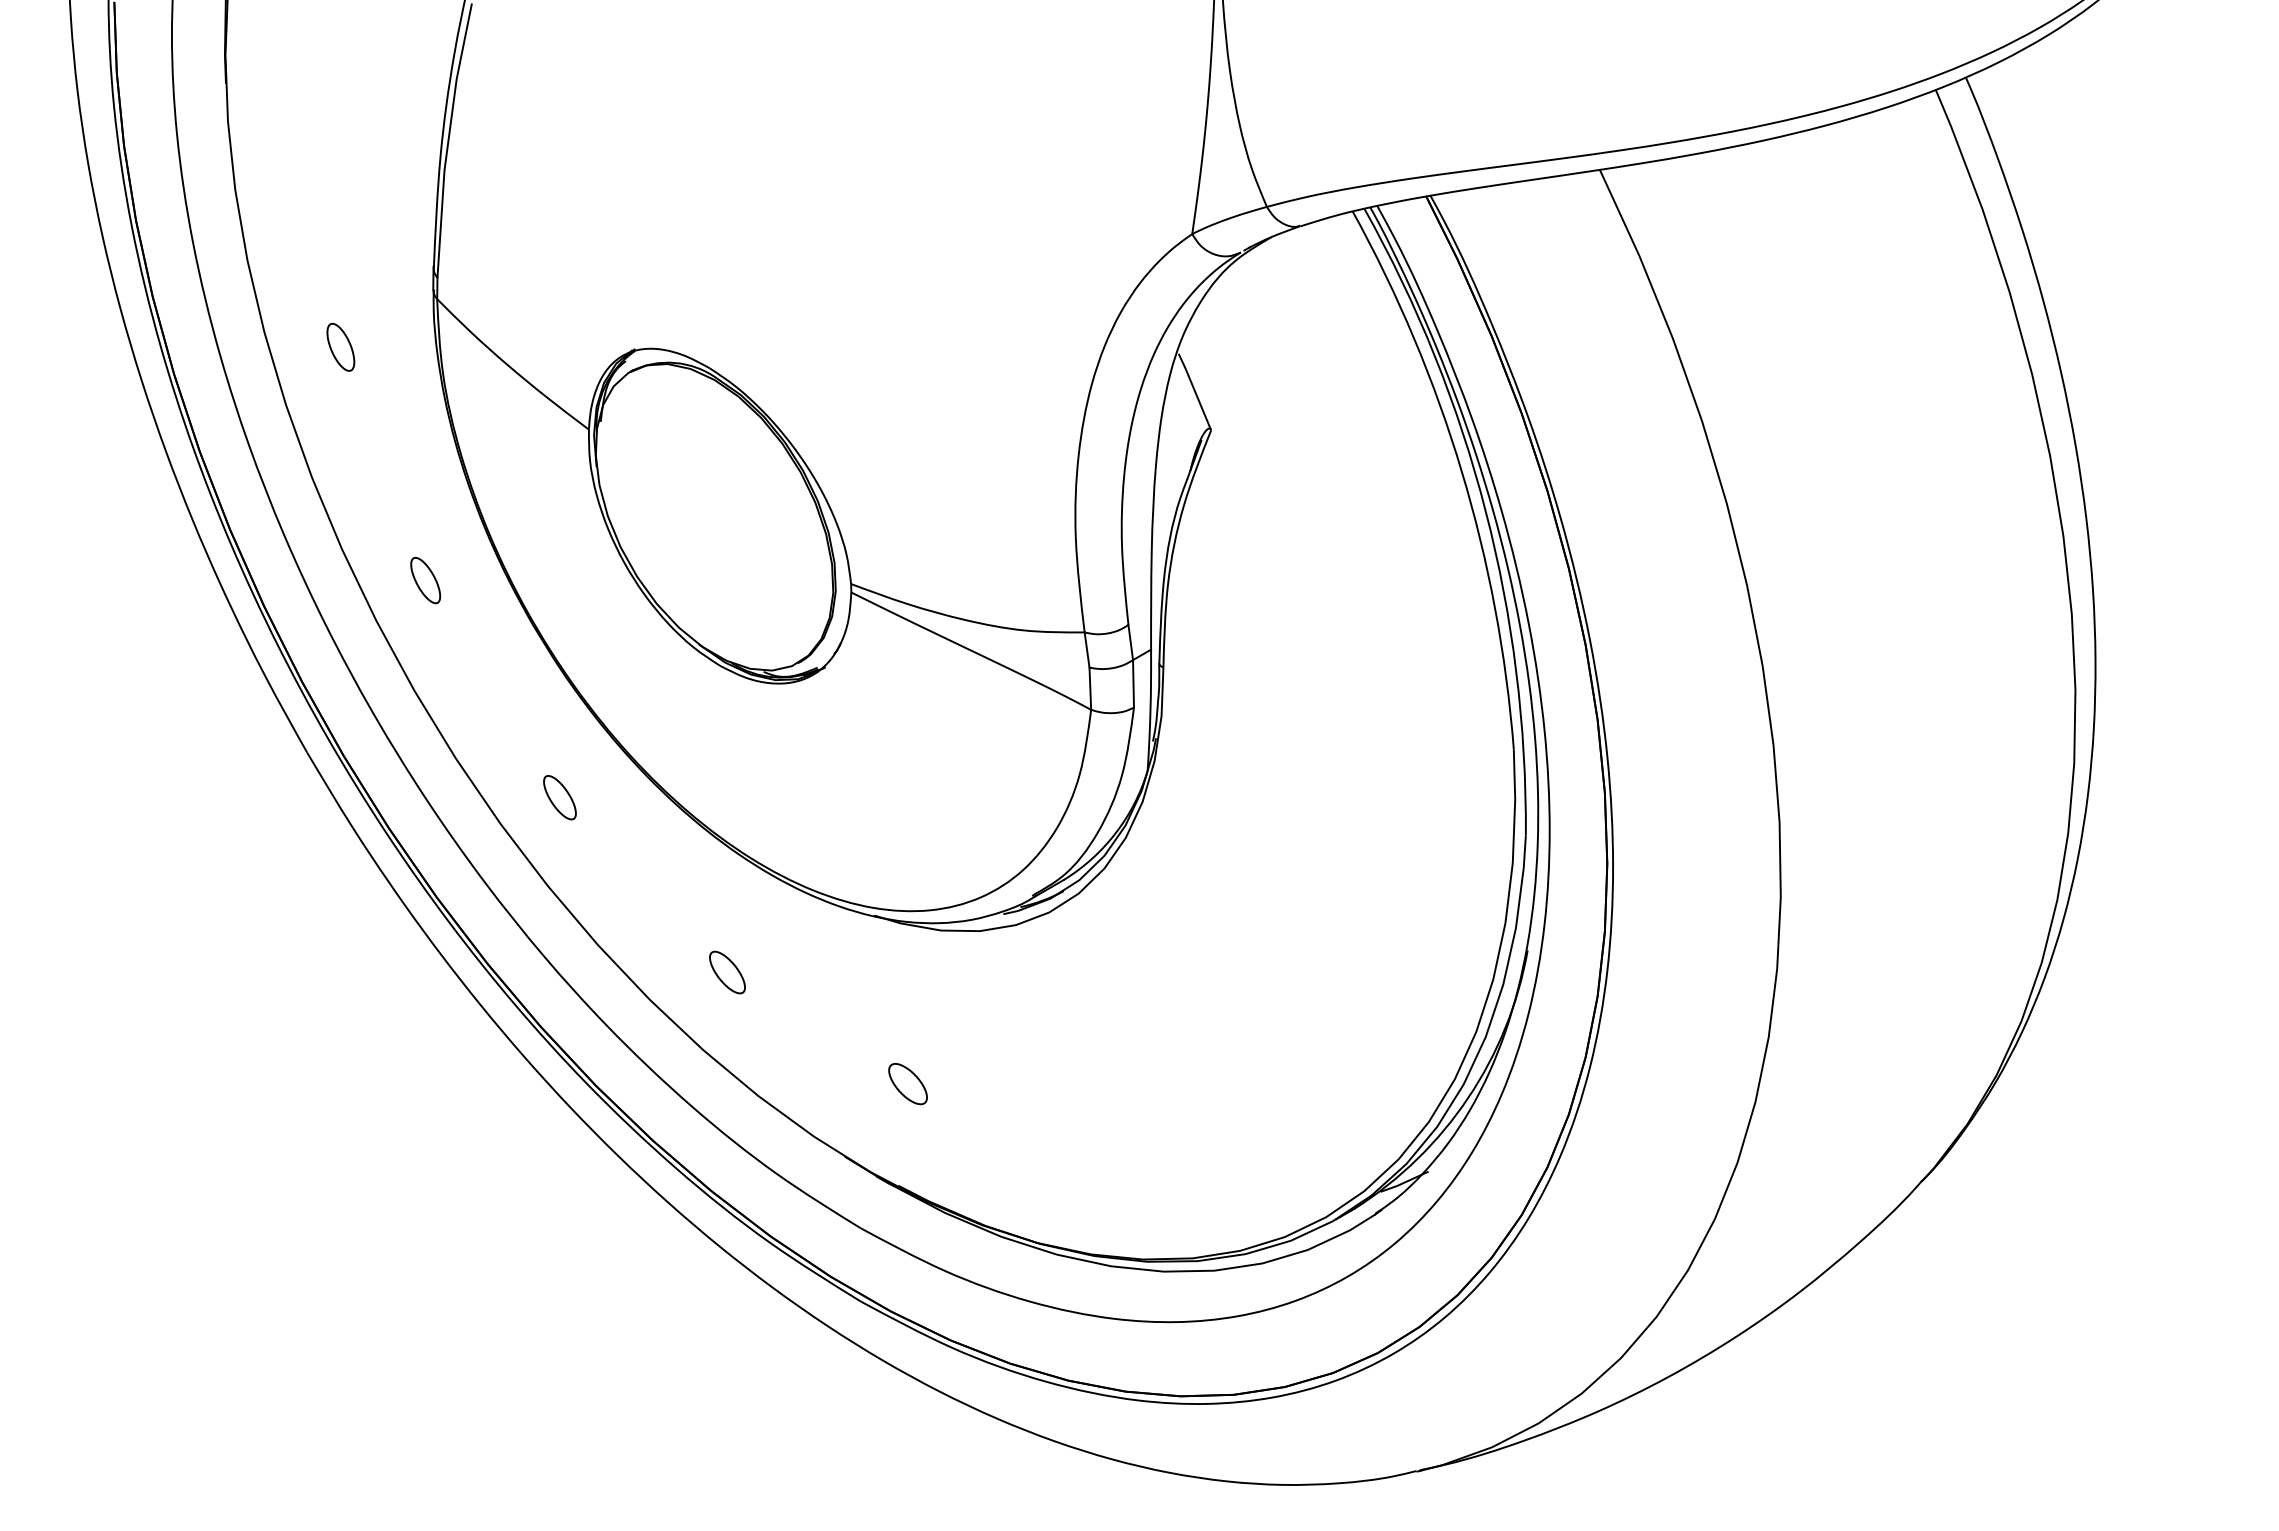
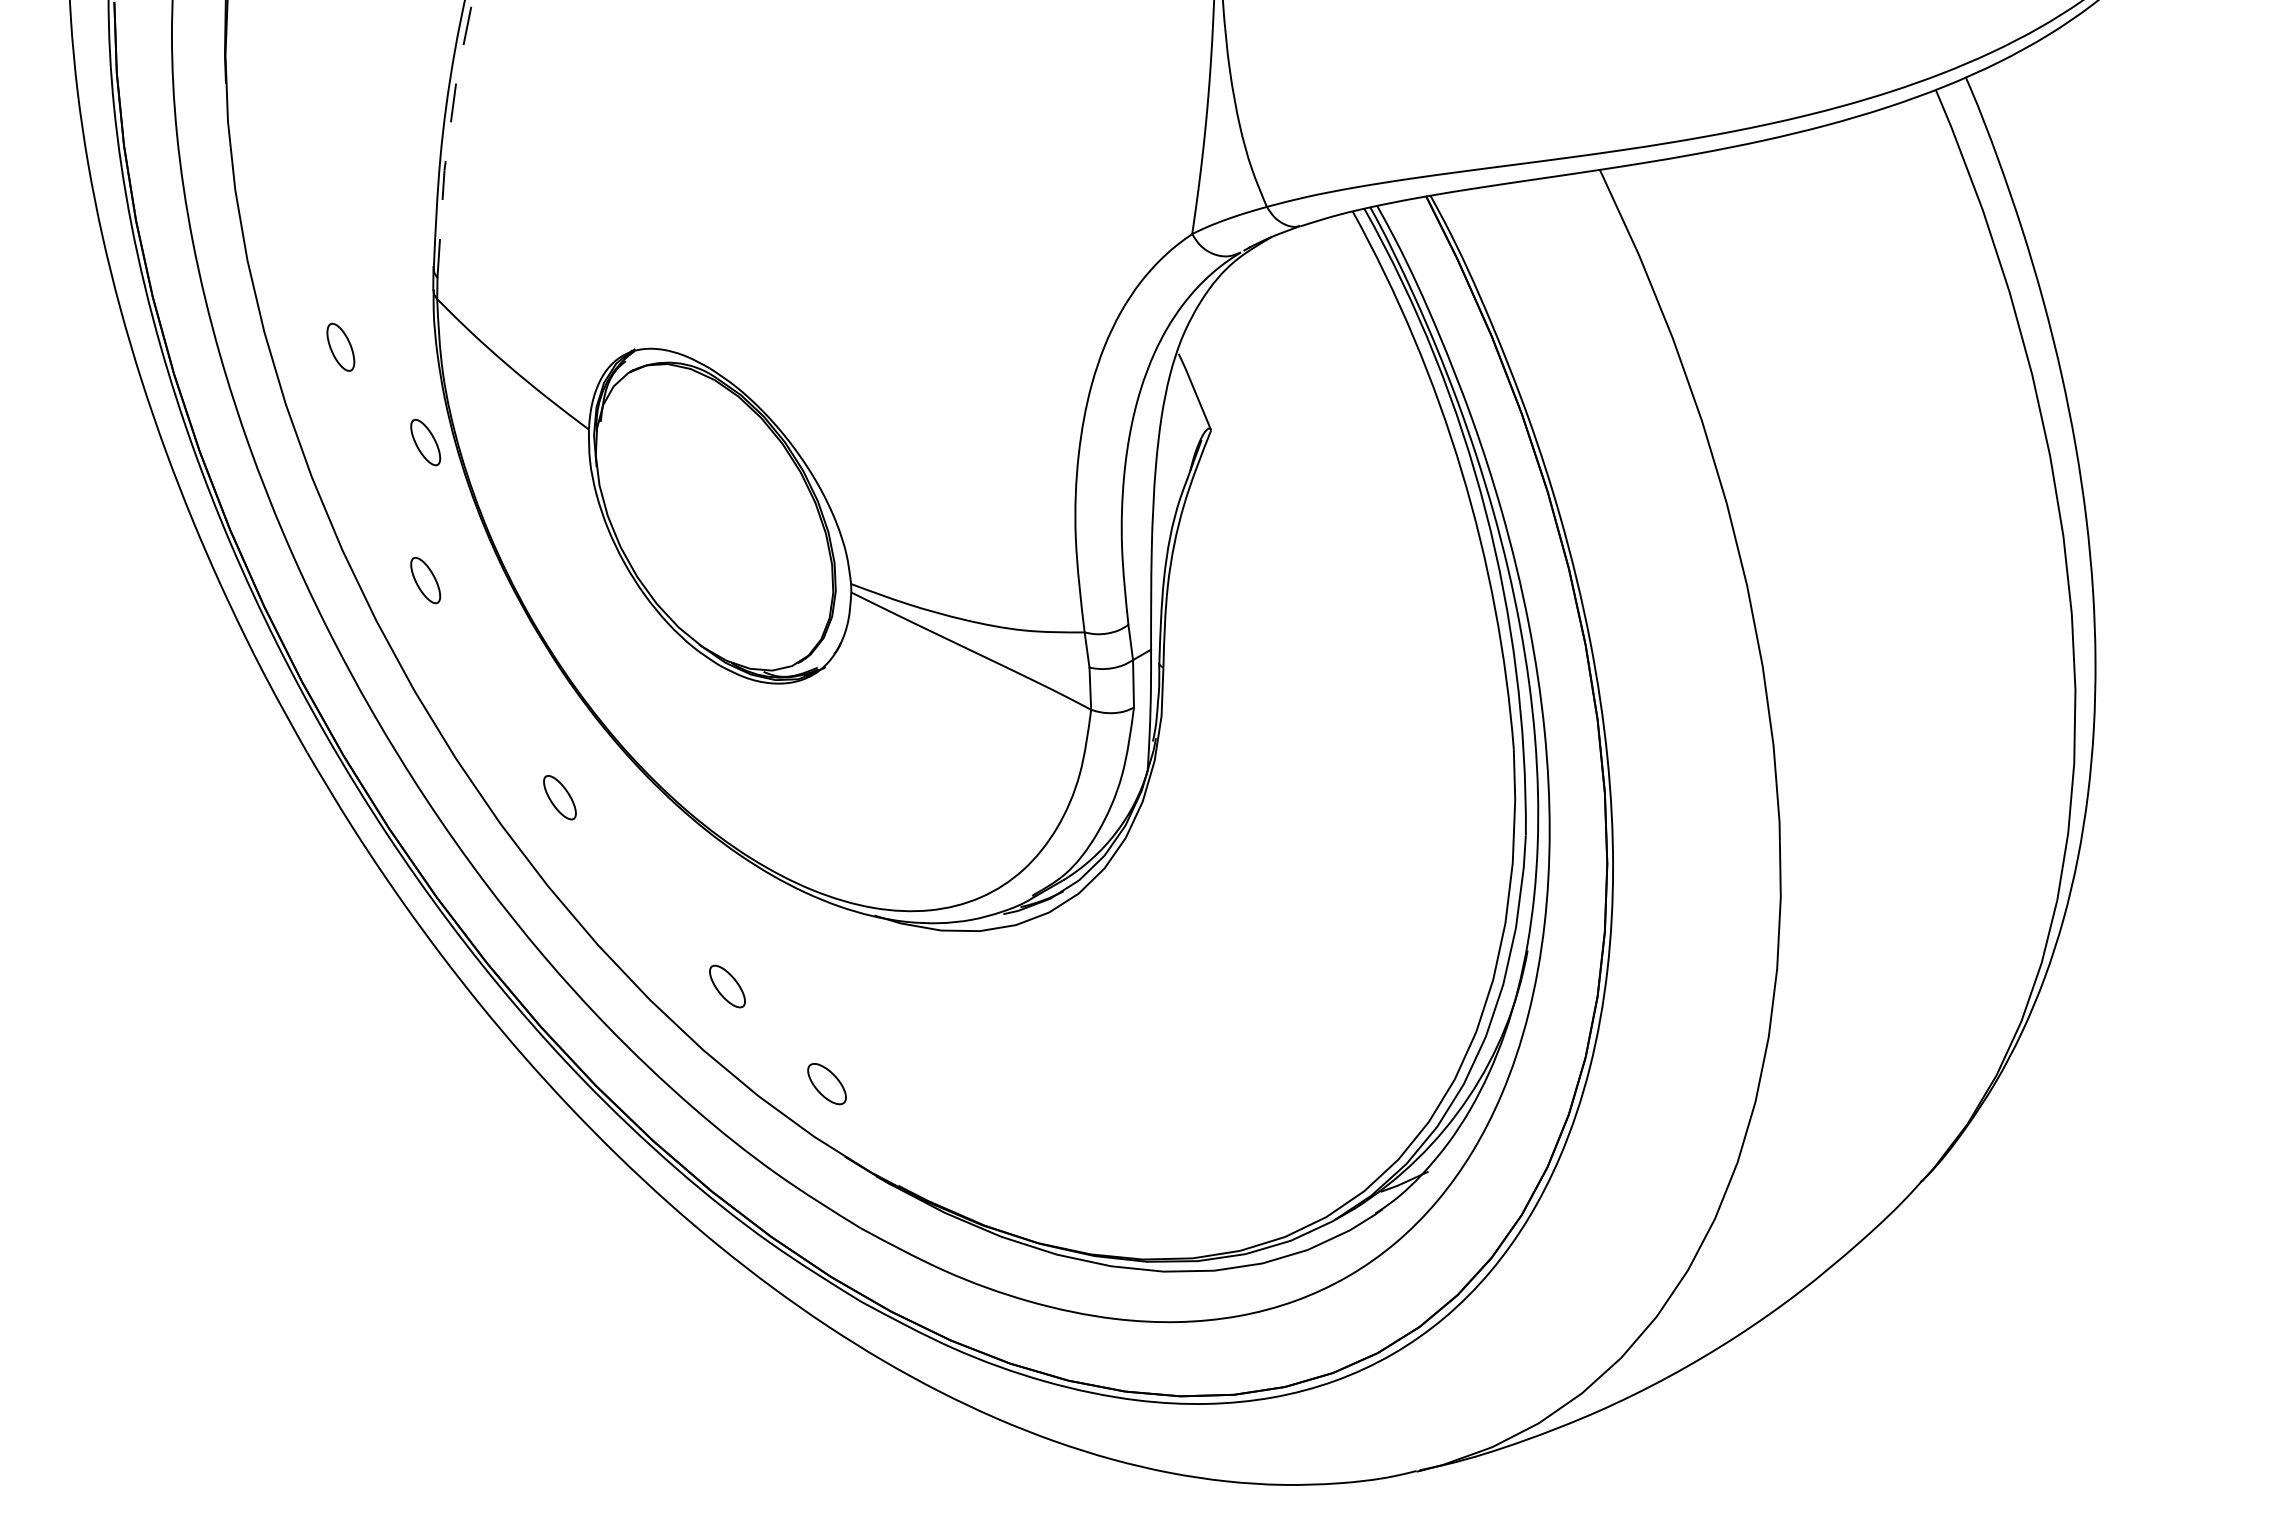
line at (448, 139): solid -> dashed
part at (425, 442): none -> present
part at (727, 972) position: (727, 972) -> (727, 986)
part at (907, 1084) position: (907, 1084) -> (826, 1084)
